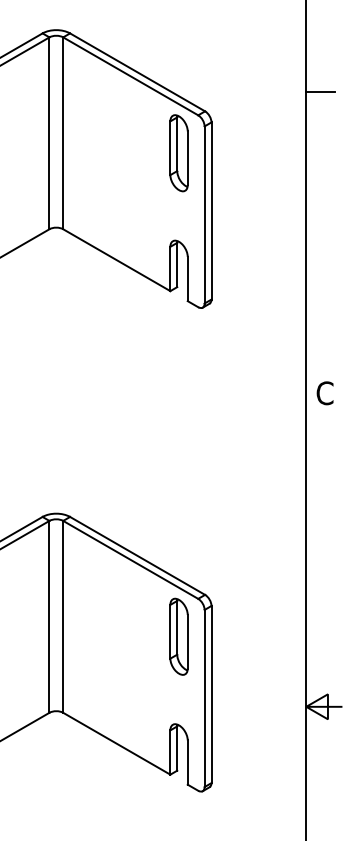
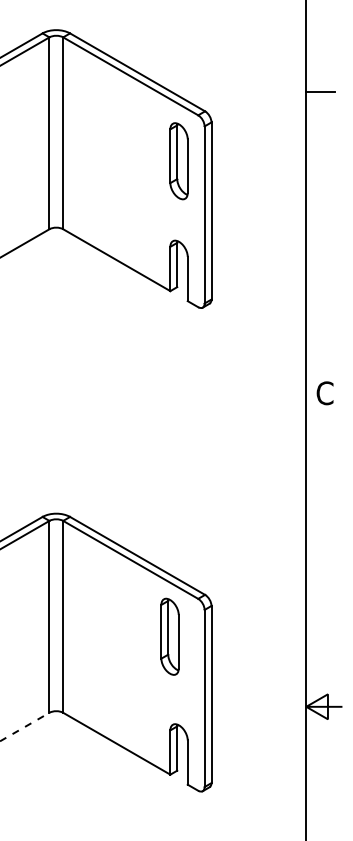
part at (178, 153) position: (178, 153) -> (178, 161)
part at (178, 636) position: (178, 636) -> (169, 636)
line at (25, 726): solid -> dashed
